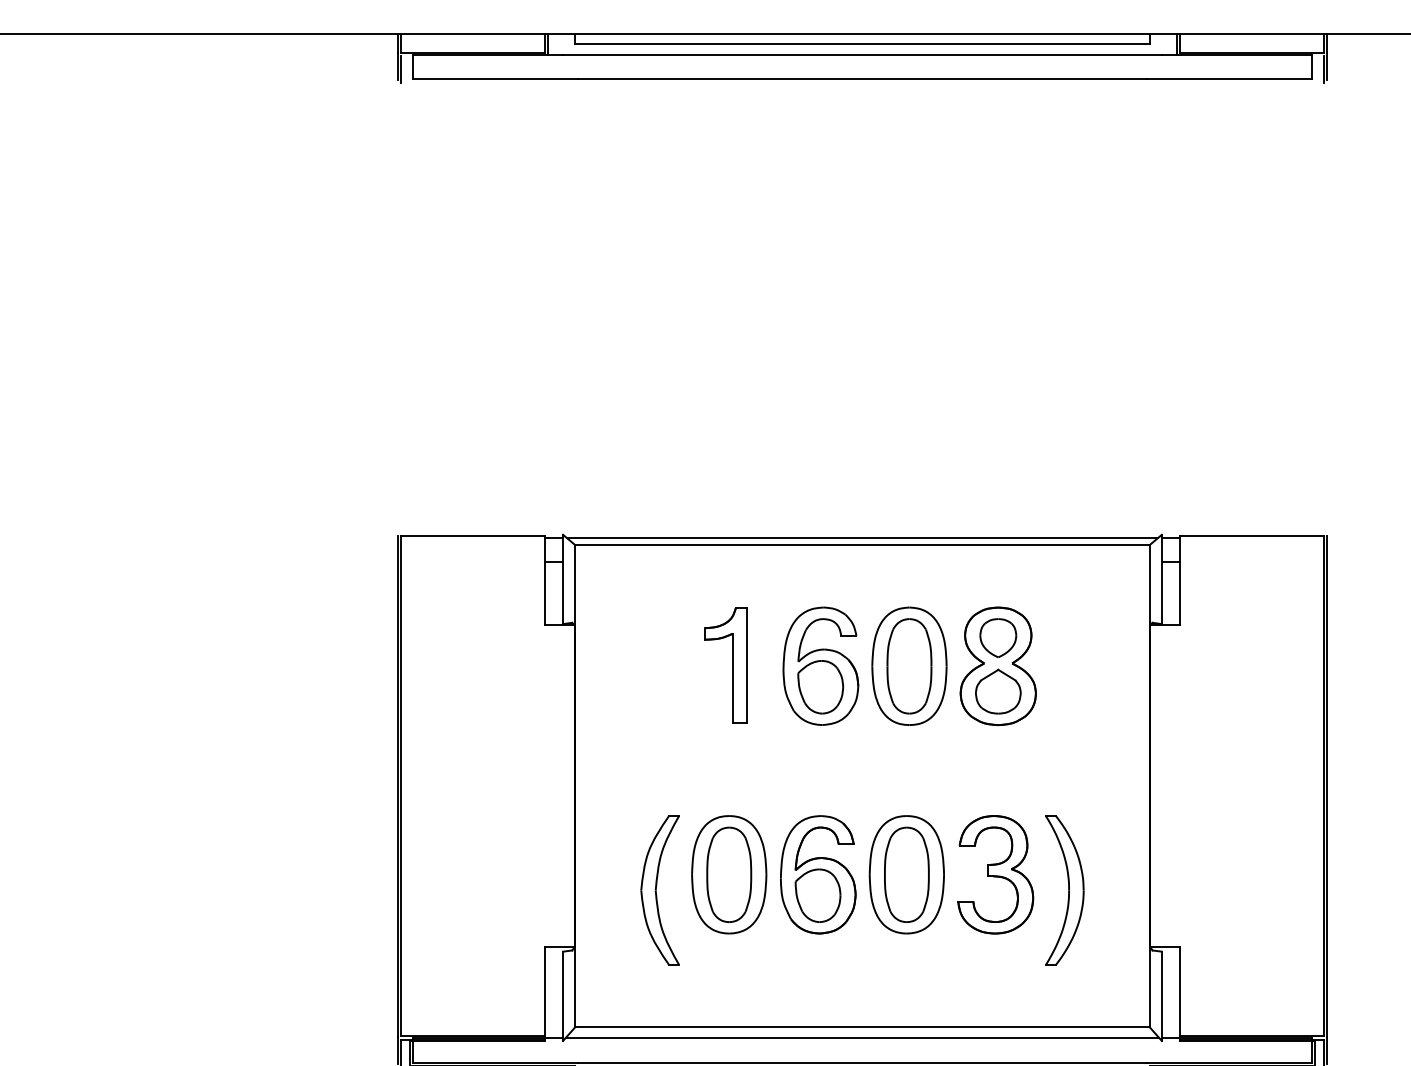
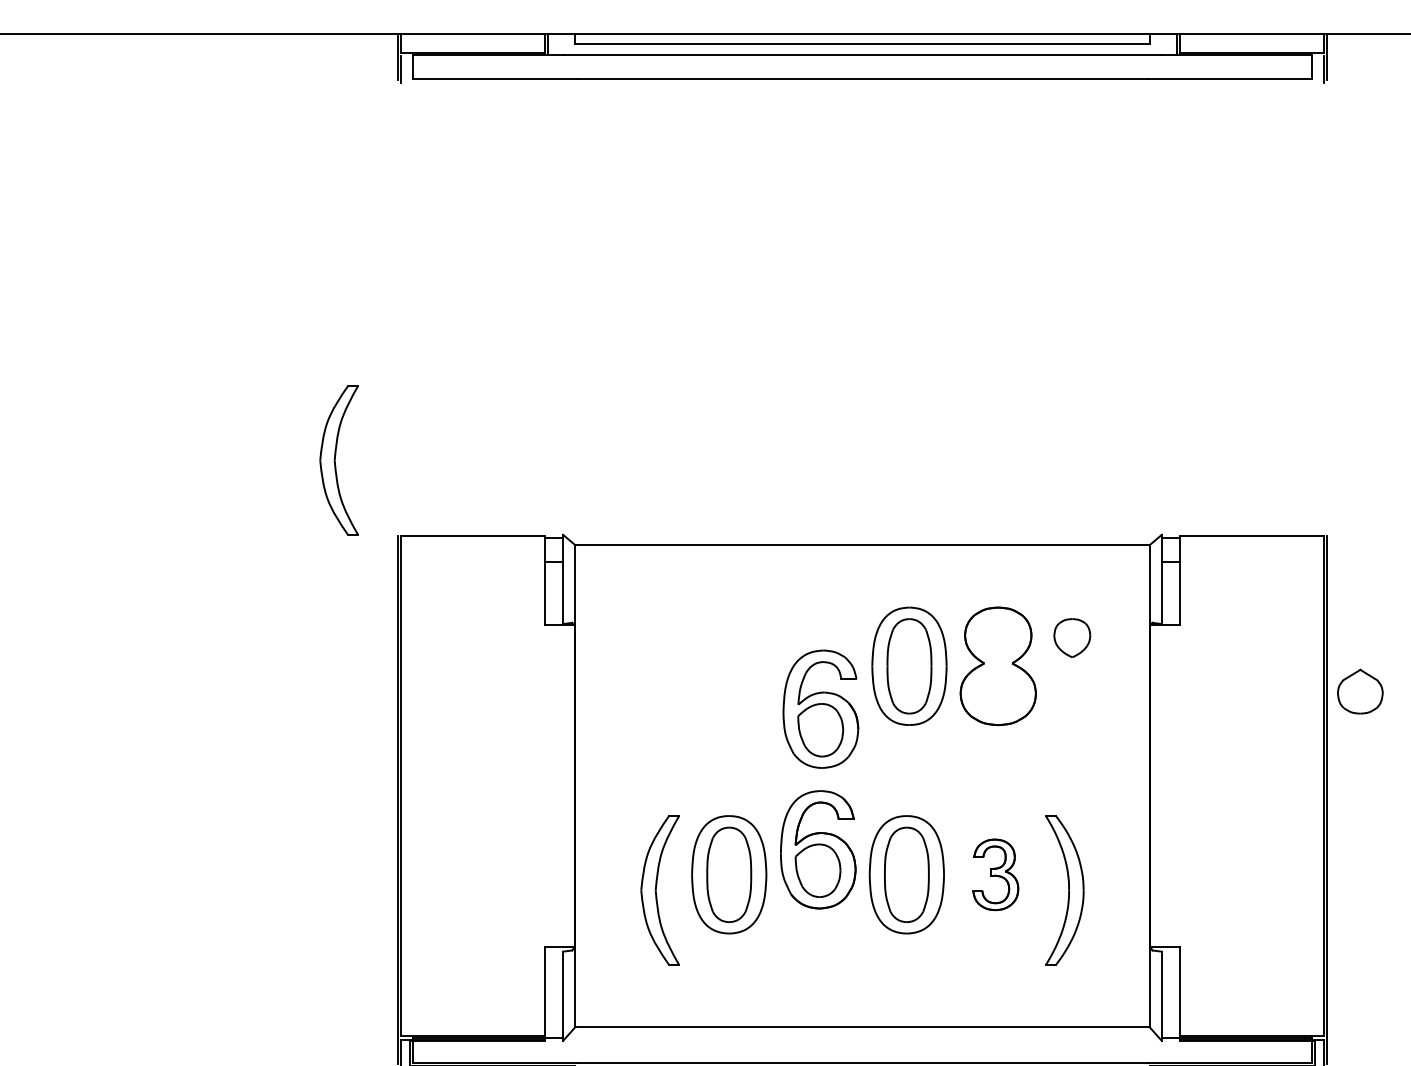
part at (338, 460): none -> present
line at (862, 537): present -> none
part at (998, 637) position: (998, 637) -> (1072, 637)
part at (732, 665): present -> none
part at (820, 665) position: (820, 665) -> (820, 708)
part at (998, 691) position: (998, 691) -> (1360, 691)
part at (818, 874) position: (818, 874) -> (818, 849)
part at (995, 874) size: 78x120 px -> 48x74 px
line at (862, 1038): present -> none
